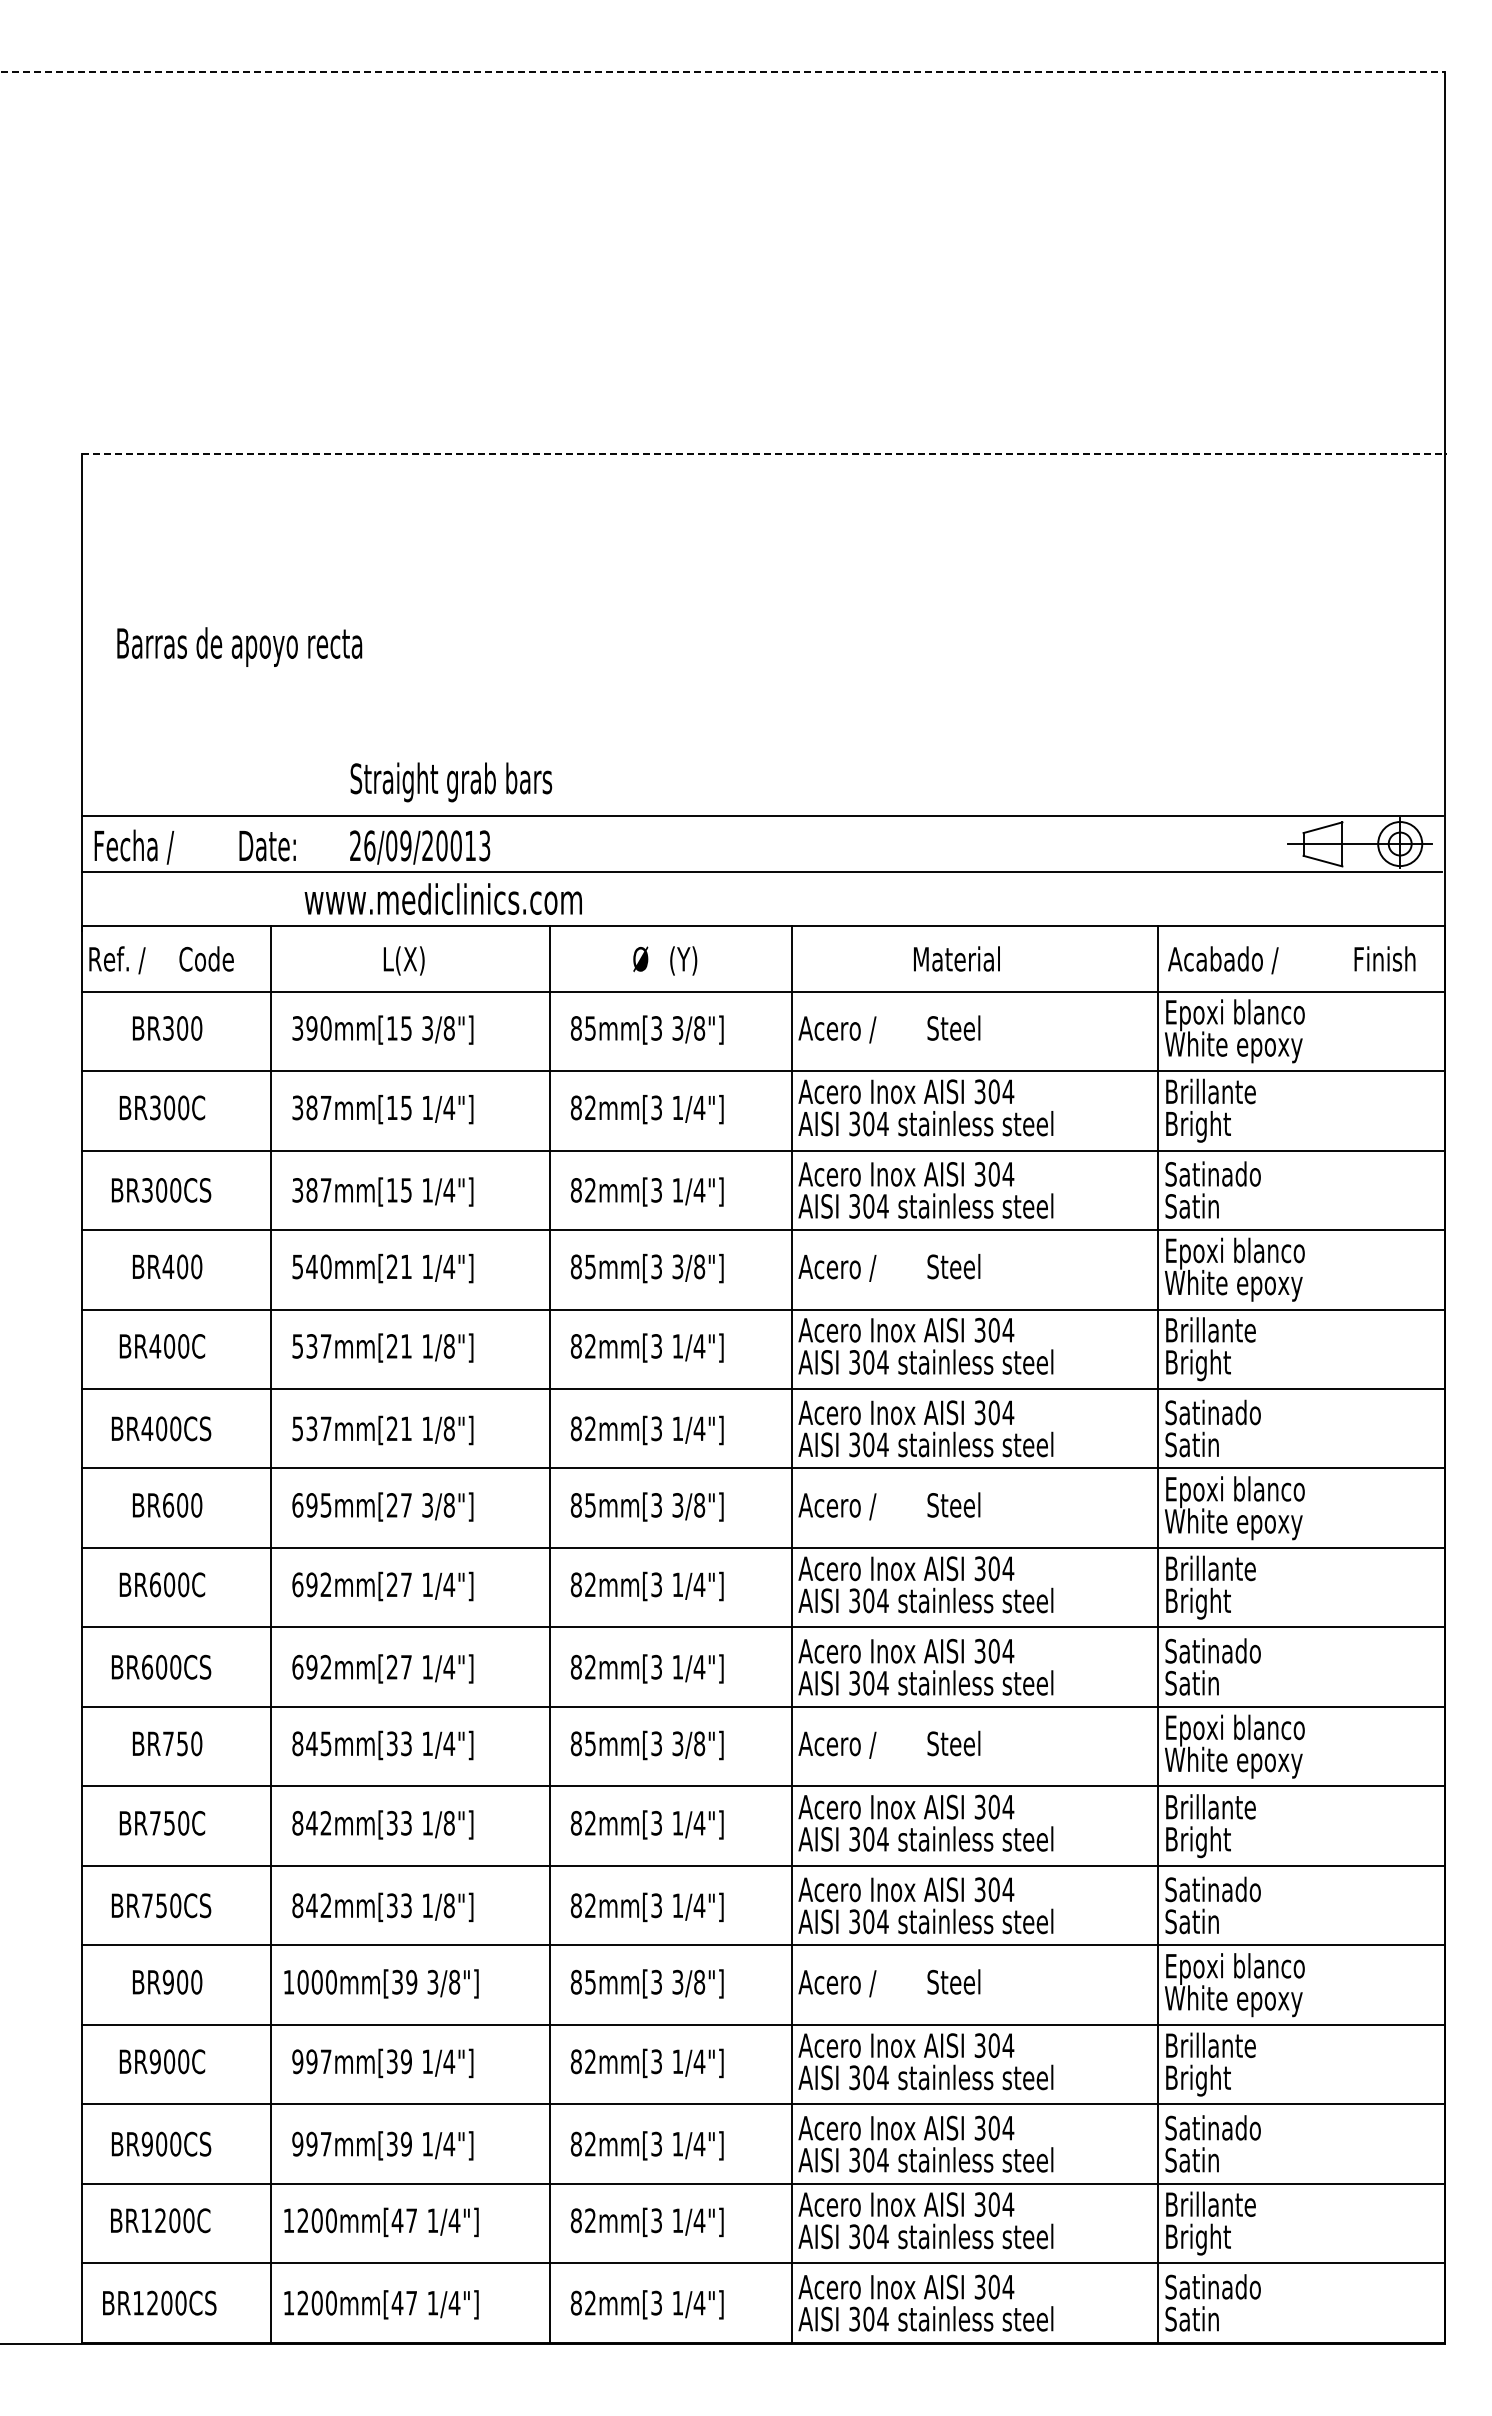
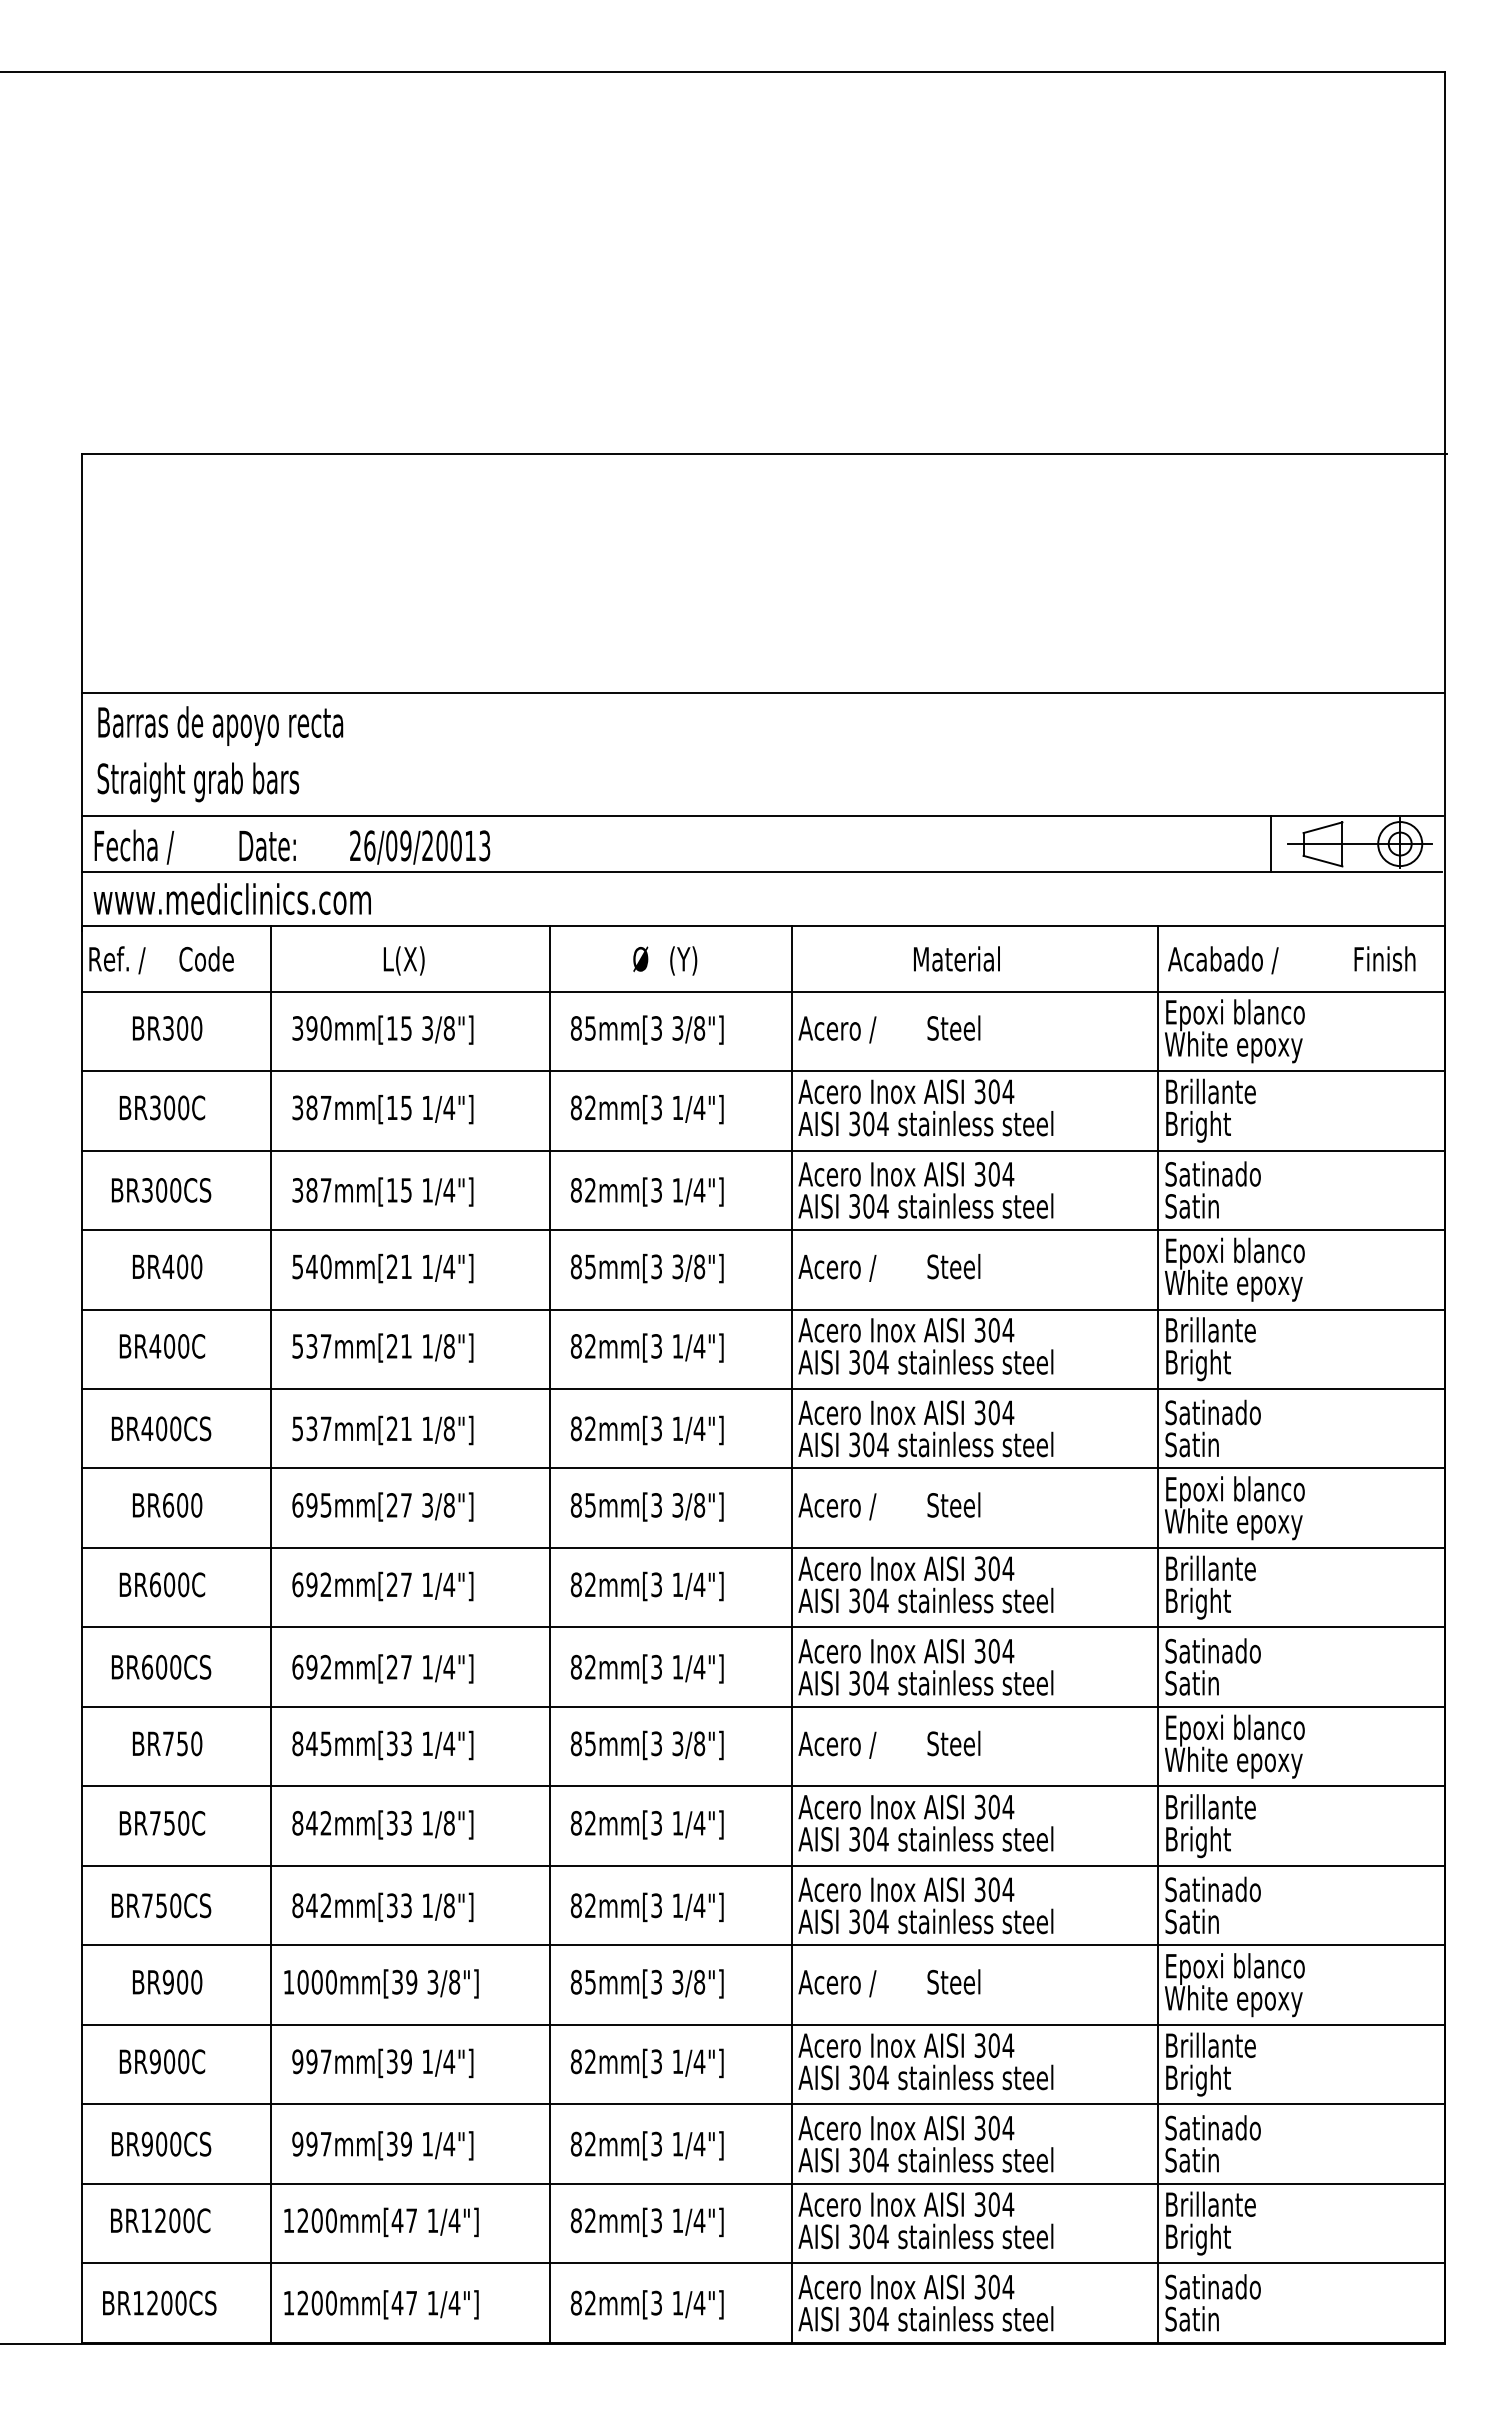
line at (722, 72): dashed -> solid
line at (764, 454): dashed -> solid
text at (239, 646) position: (239, 646) -> (220, 725)
line at (762, 693): none -> present
text at (451, 782) position: (451, 782) -> (198, 782)
line at (1271, 844): none -> present
text at (442, 898) position: (442, 898) -> (231, 898)
